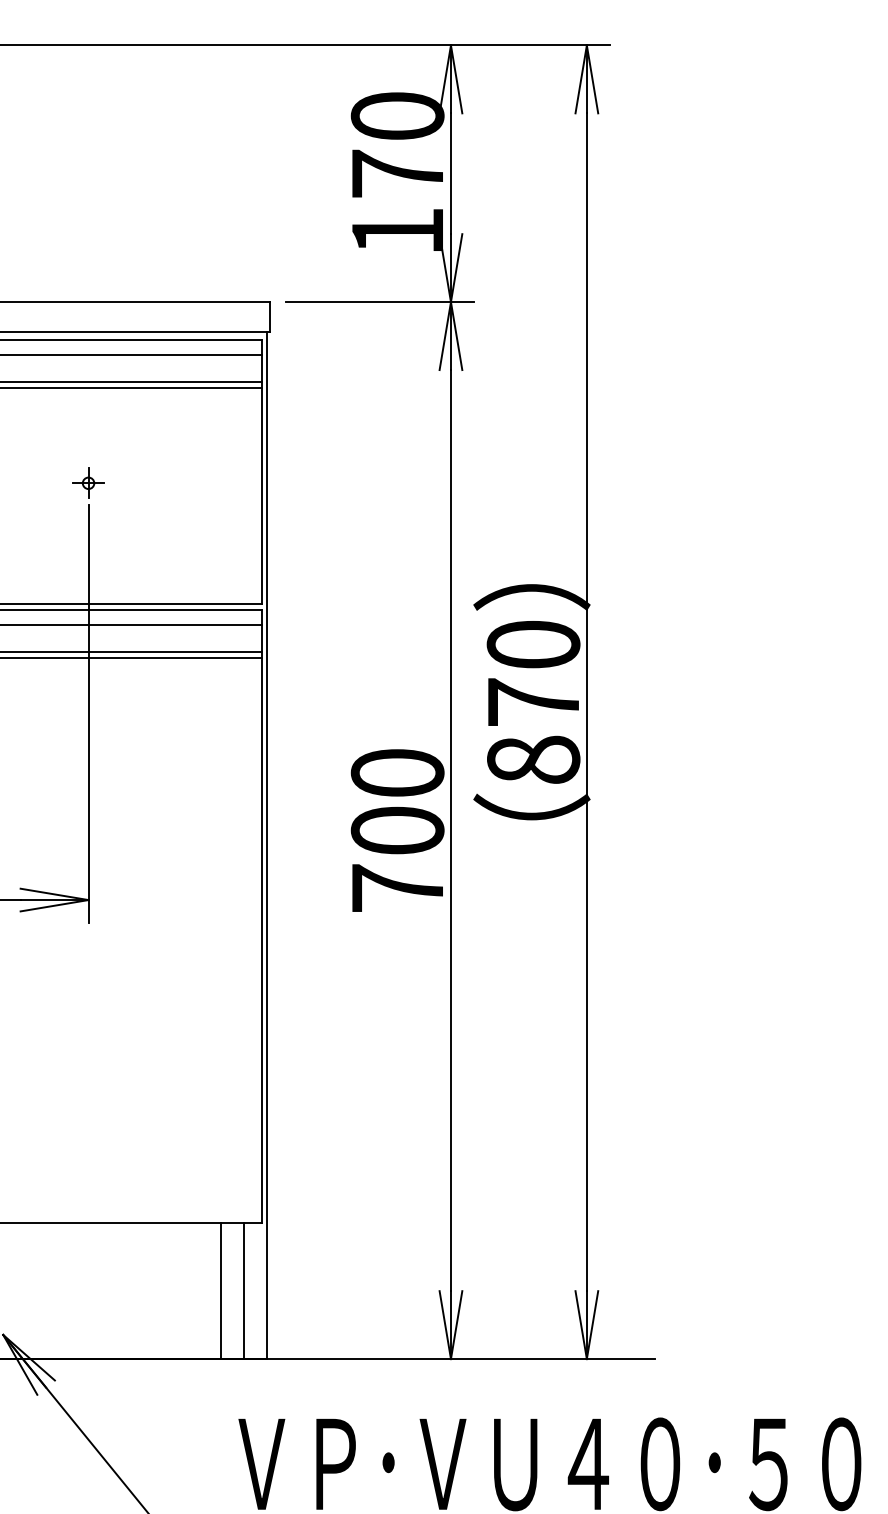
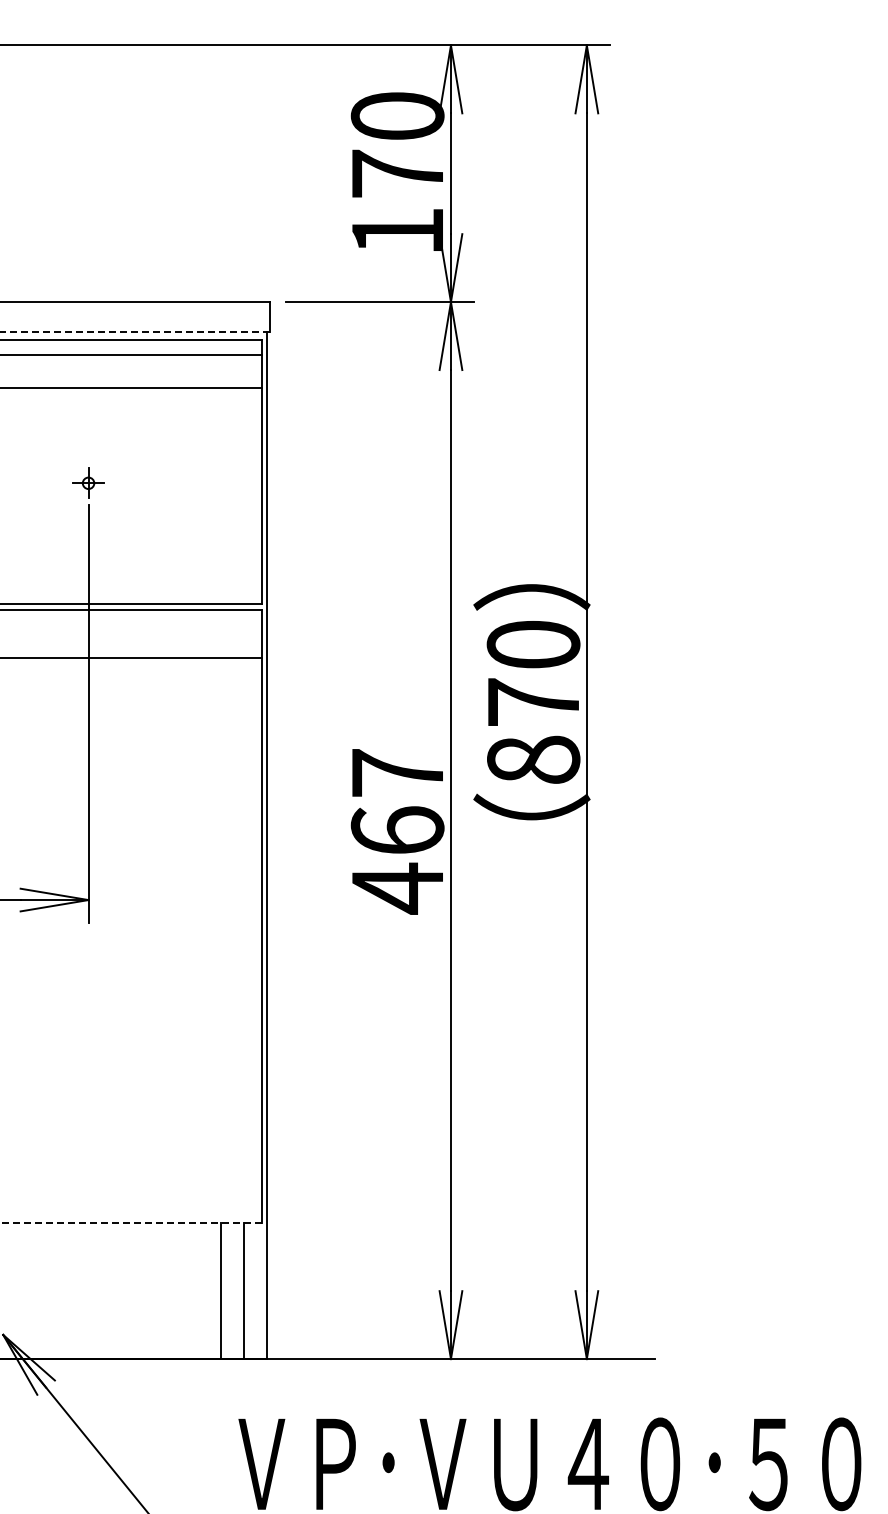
line at (134, 332): solid -> dashed
line at (132, 382): present -> none
line at (132, 625): present -> none
line at (132, 652): present -> none
text at (397, 831): 700 -> 467
line at (131, 1223): solid -> dashed
